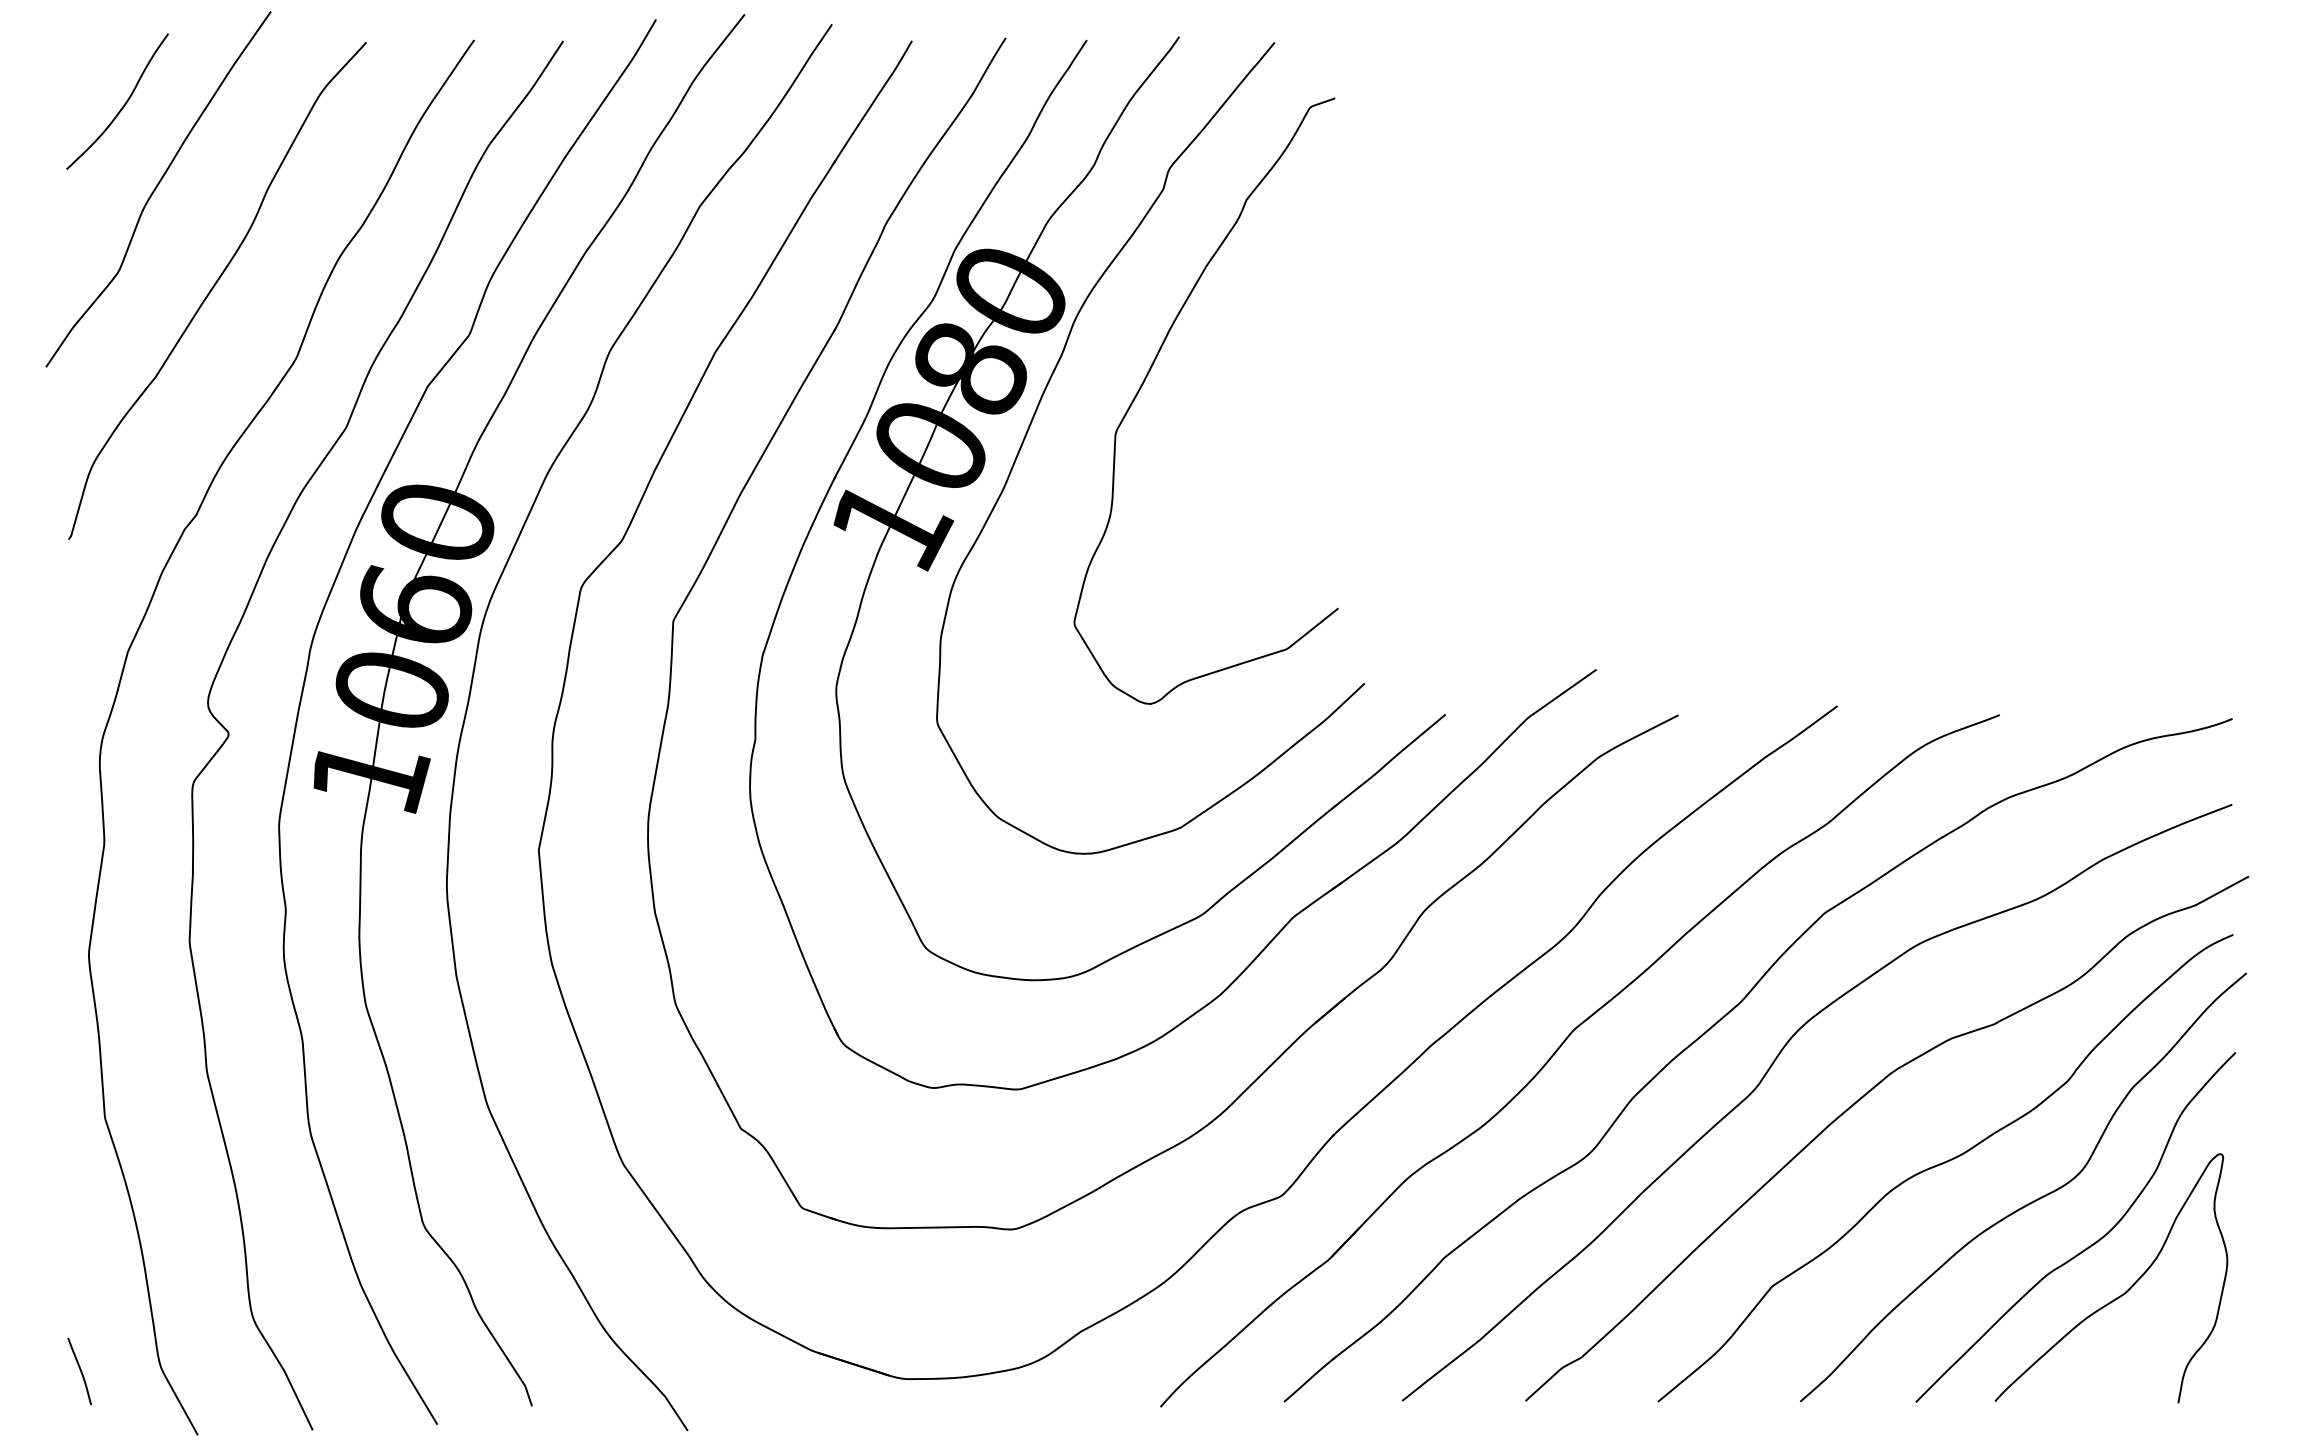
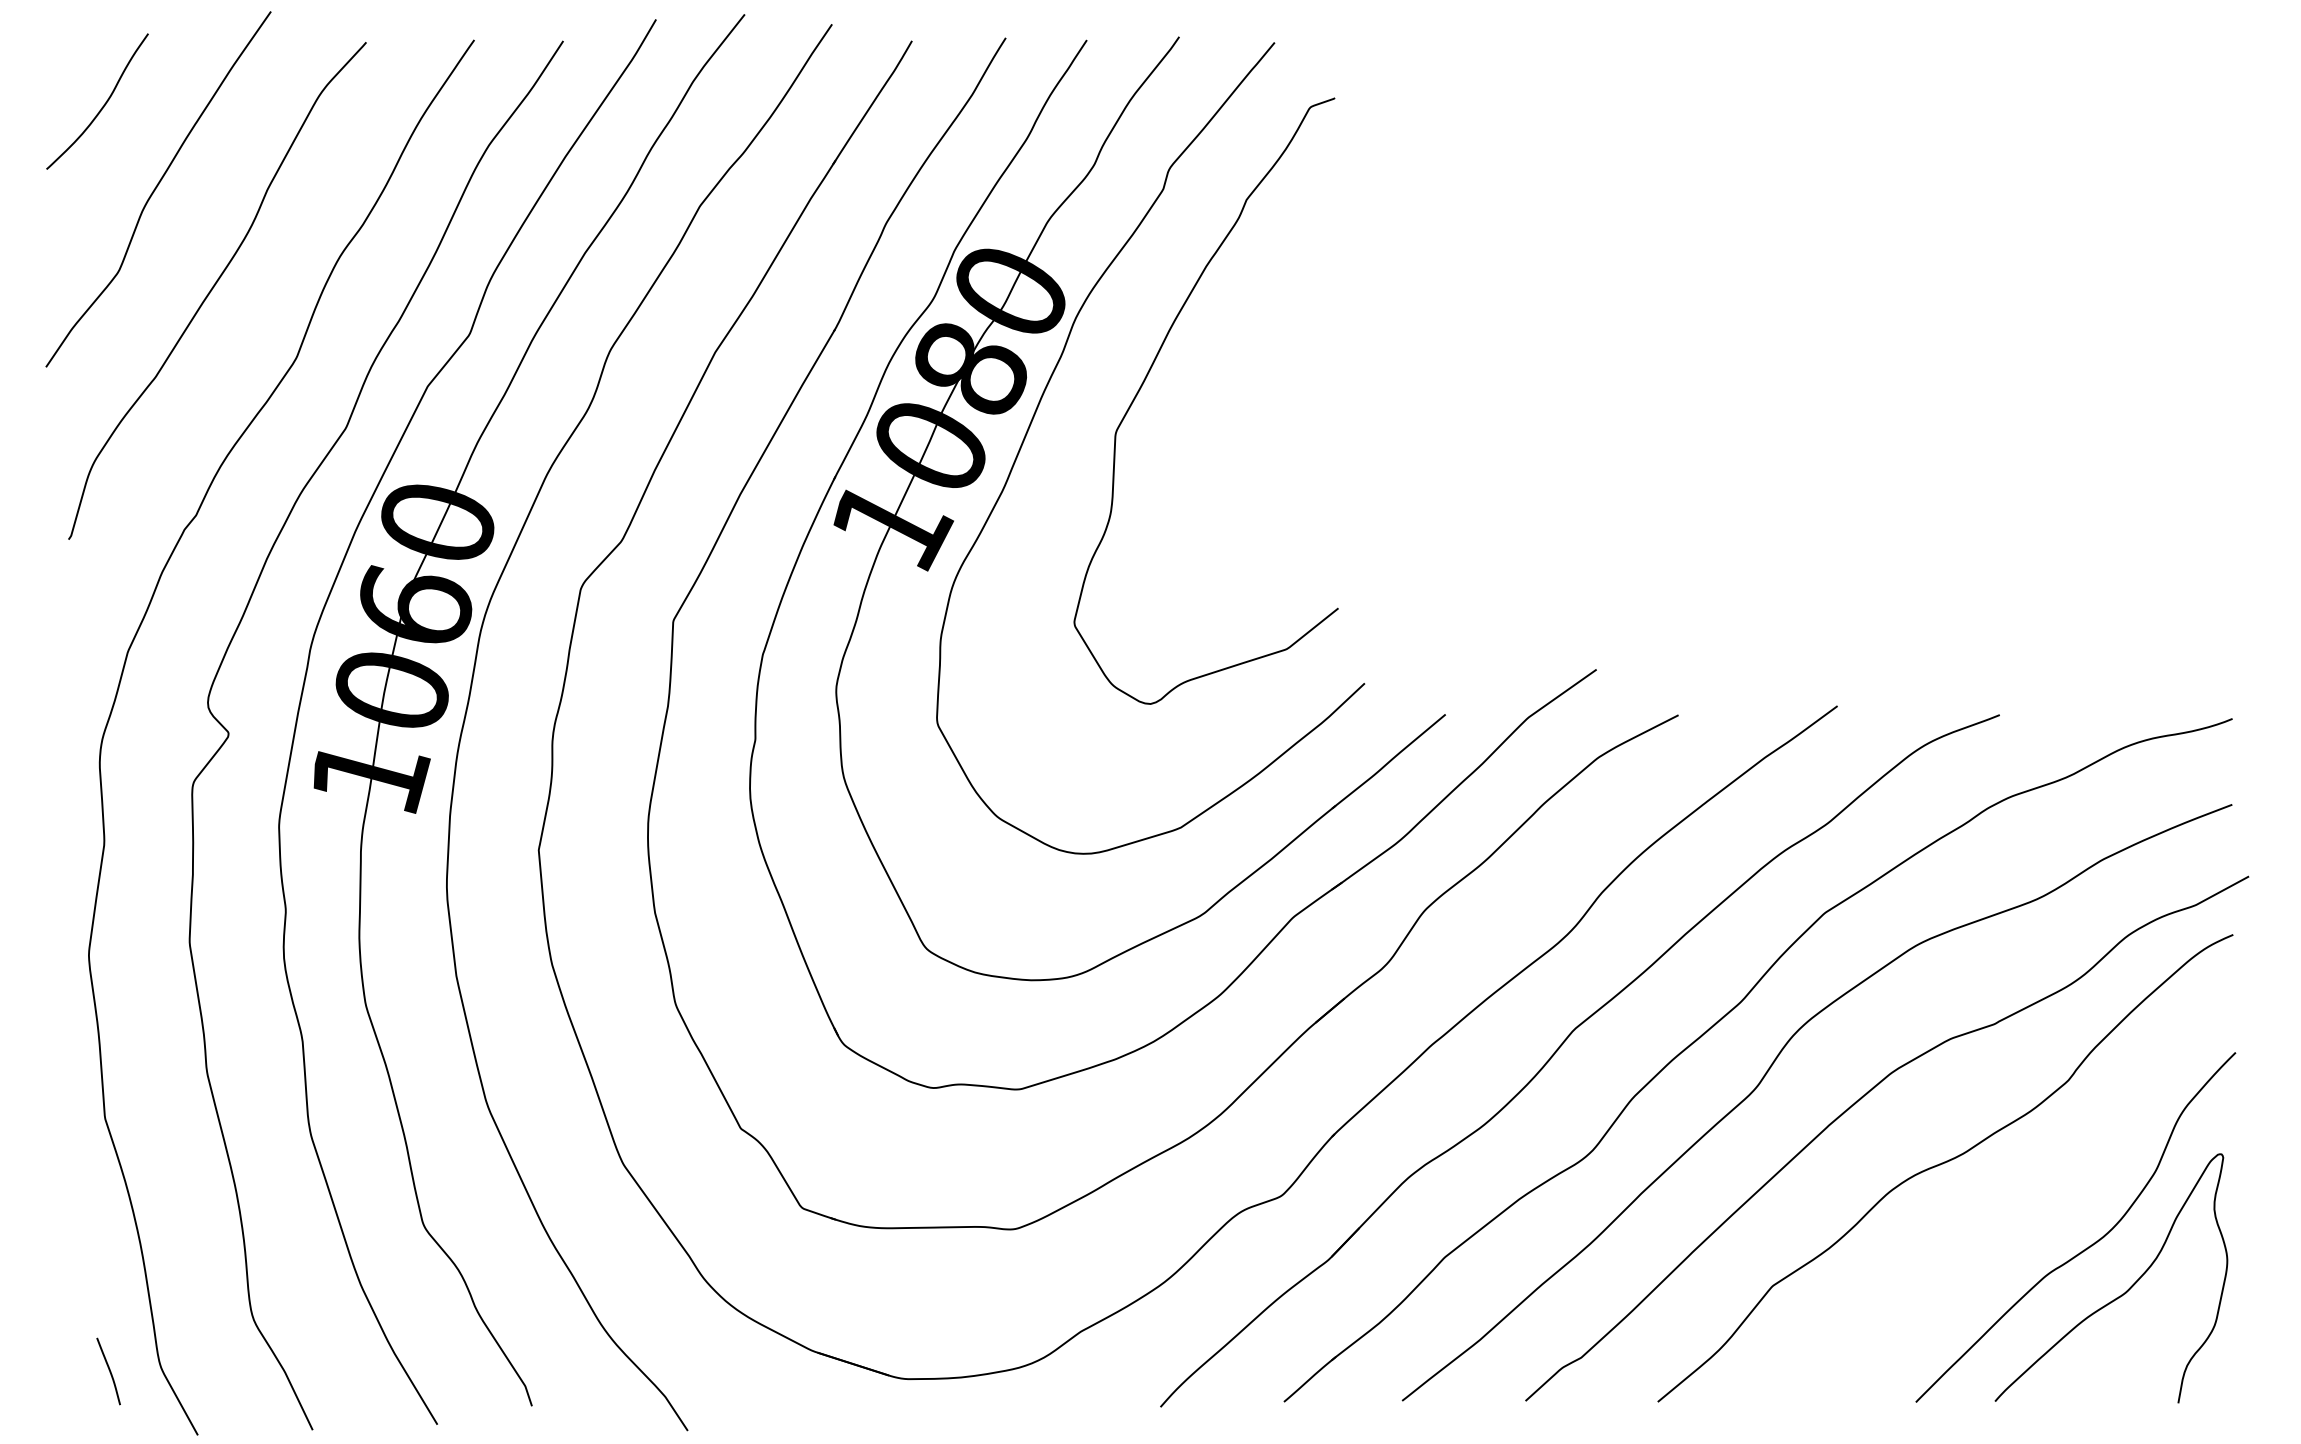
curve at (122, 106) position: (122, 106) -> (102, 106)
curve at (2031, 1201): present -> none
curve at (79, 1370) position: (79, 1370) -> (108, 1370)
